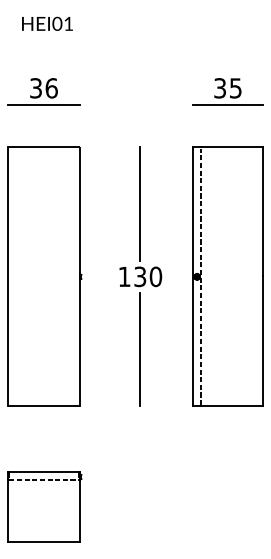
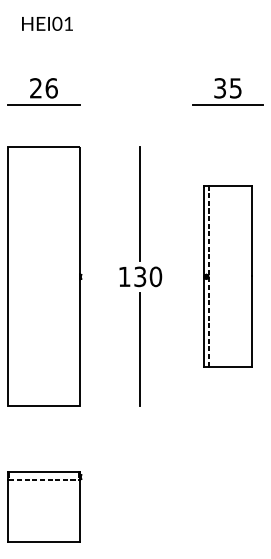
text at (35, 88): 36 -> 26
part at (227, 276) size: 72x261 px -> 50x183 px
